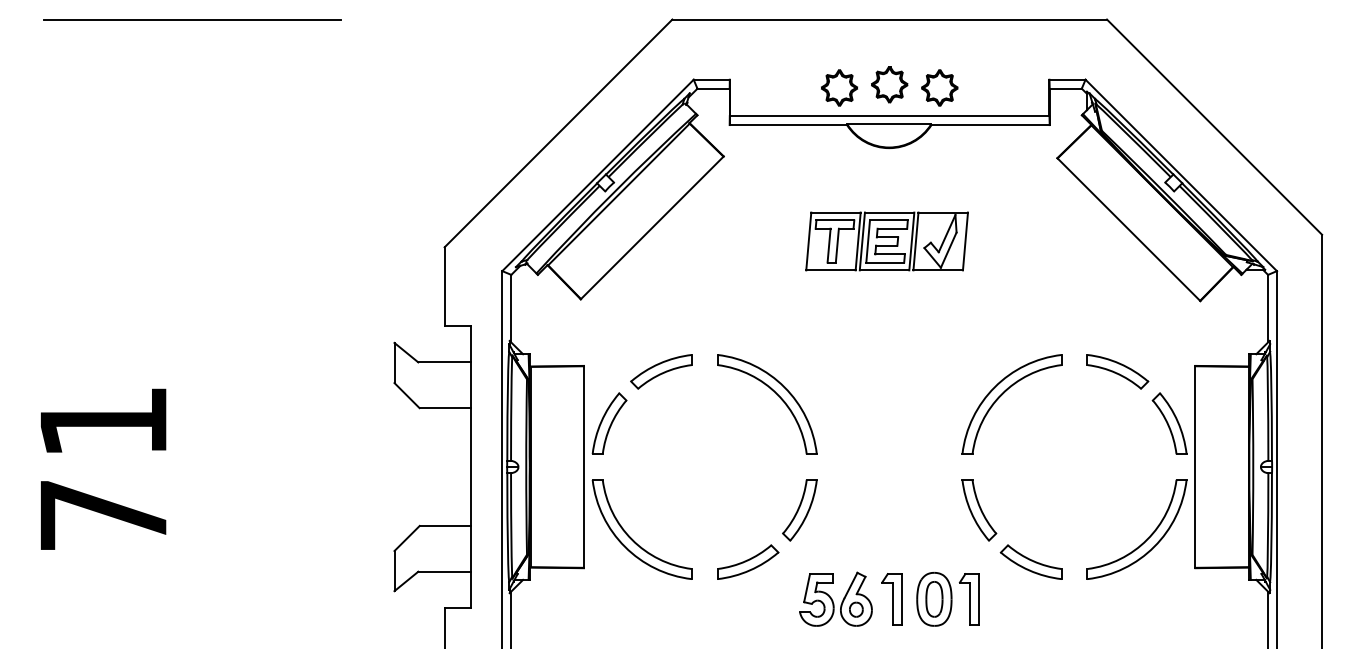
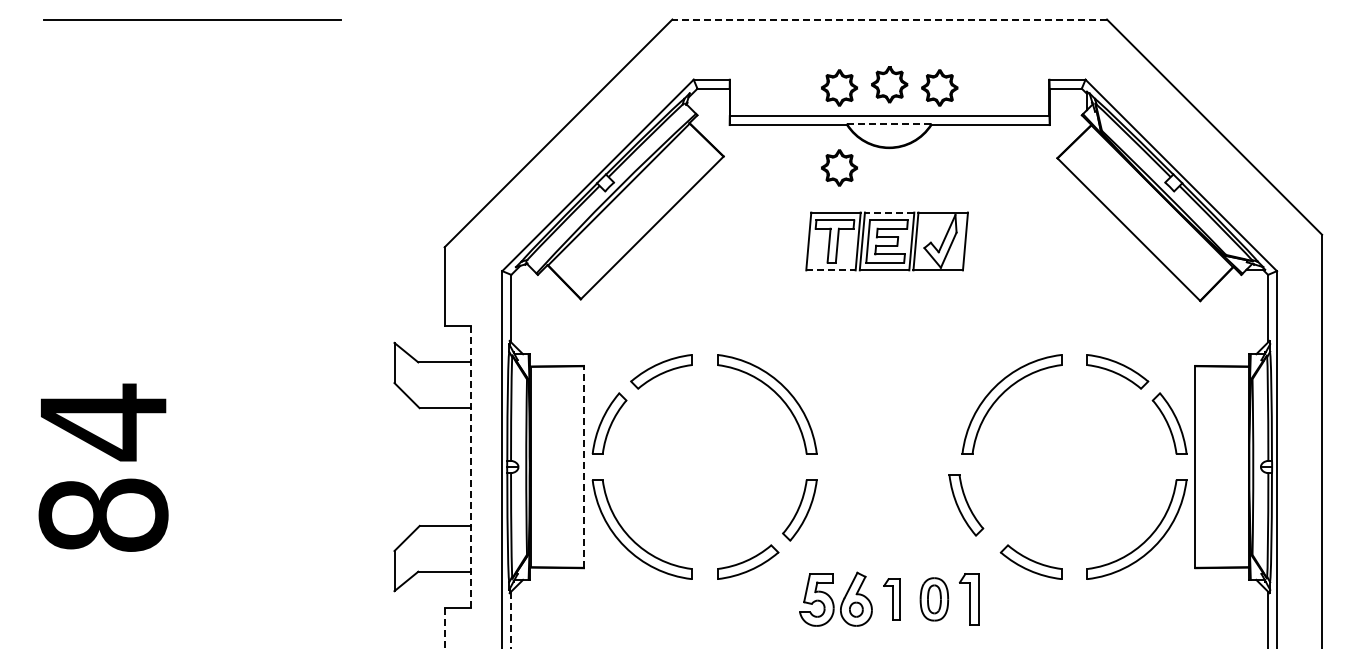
line at (889, 19): solid -> dashed
line at (889, 124): solid -> dashed
part at (839, 167): none -> present
line at (889, 212): solid -> dashed
line at (830, 270): solid -> dashed
line at (584, 466): solid -> dashed
text at (103, 467): 71 -> 84
line at (471, 467): solid -> dashed
part at (979, 510) position: (979, 510) -> (966, 505)
part at (891, 599) size: 22x53 px -> 18x43 px
part at (934, 599) size: 37x55 px -> 31x45 px
line at (511, 620): solid -> dashed
line at (444, 629): solid -> dashed
